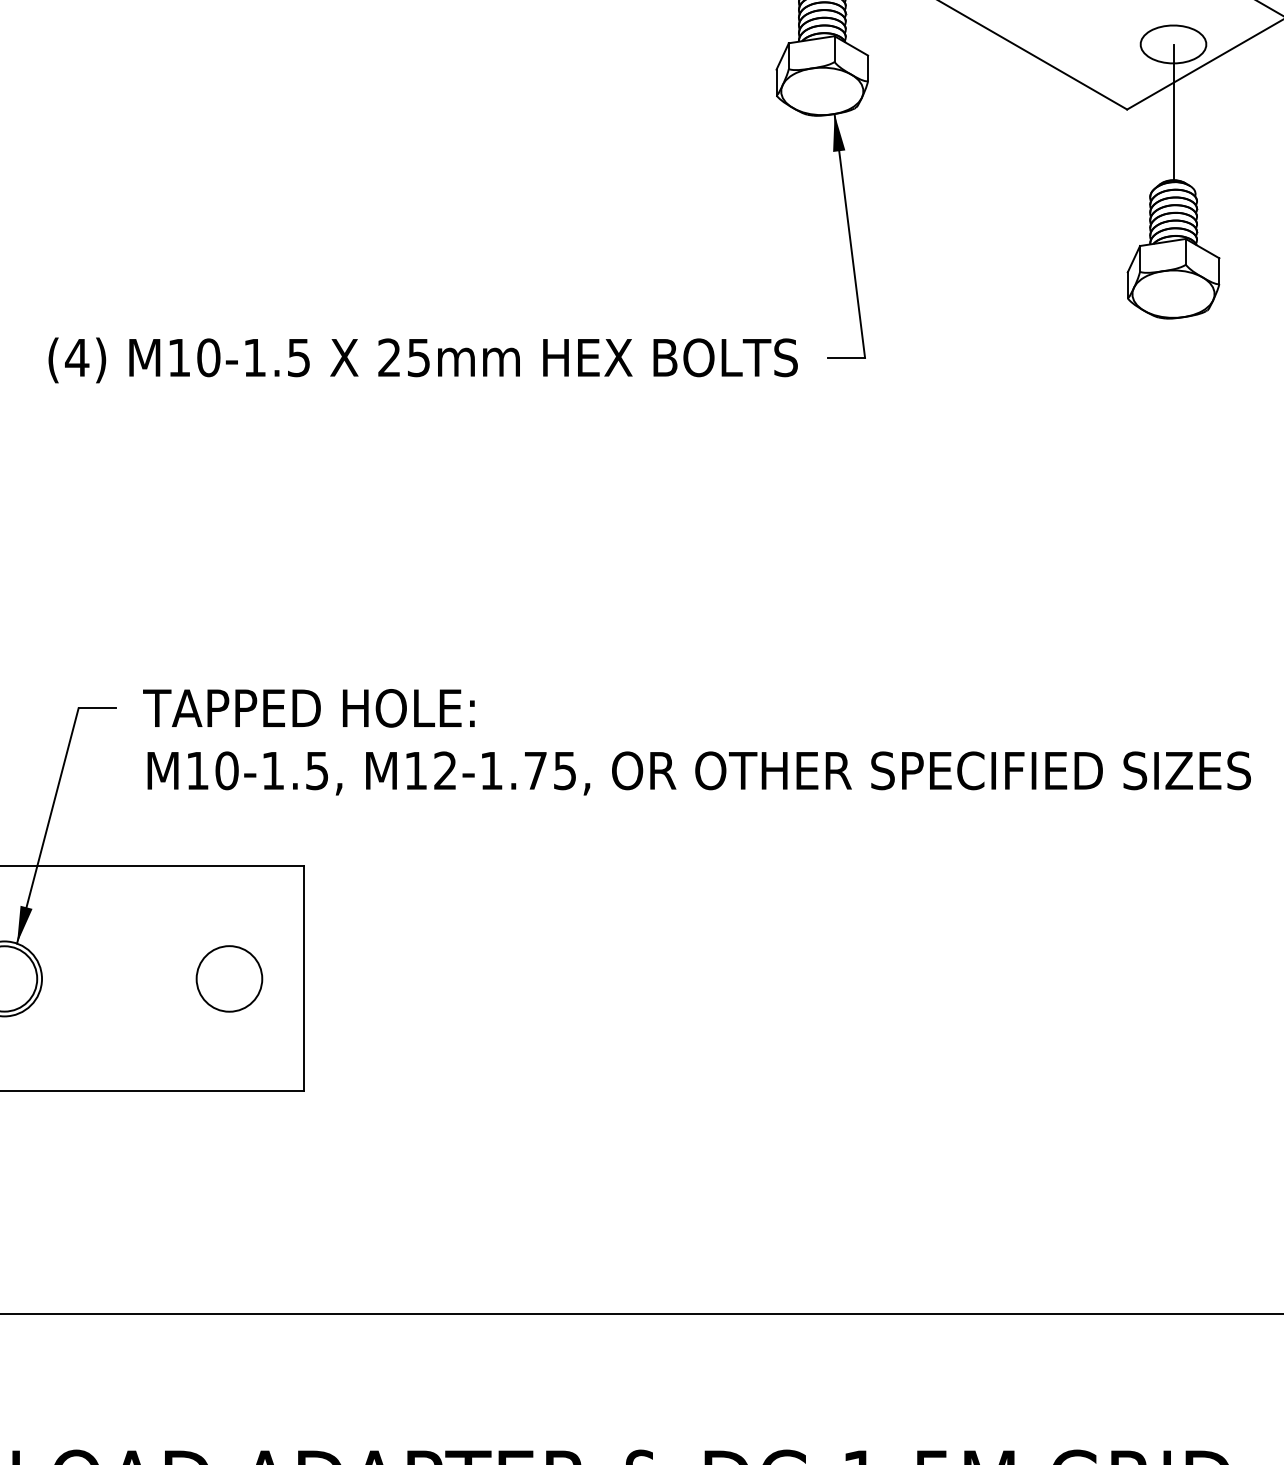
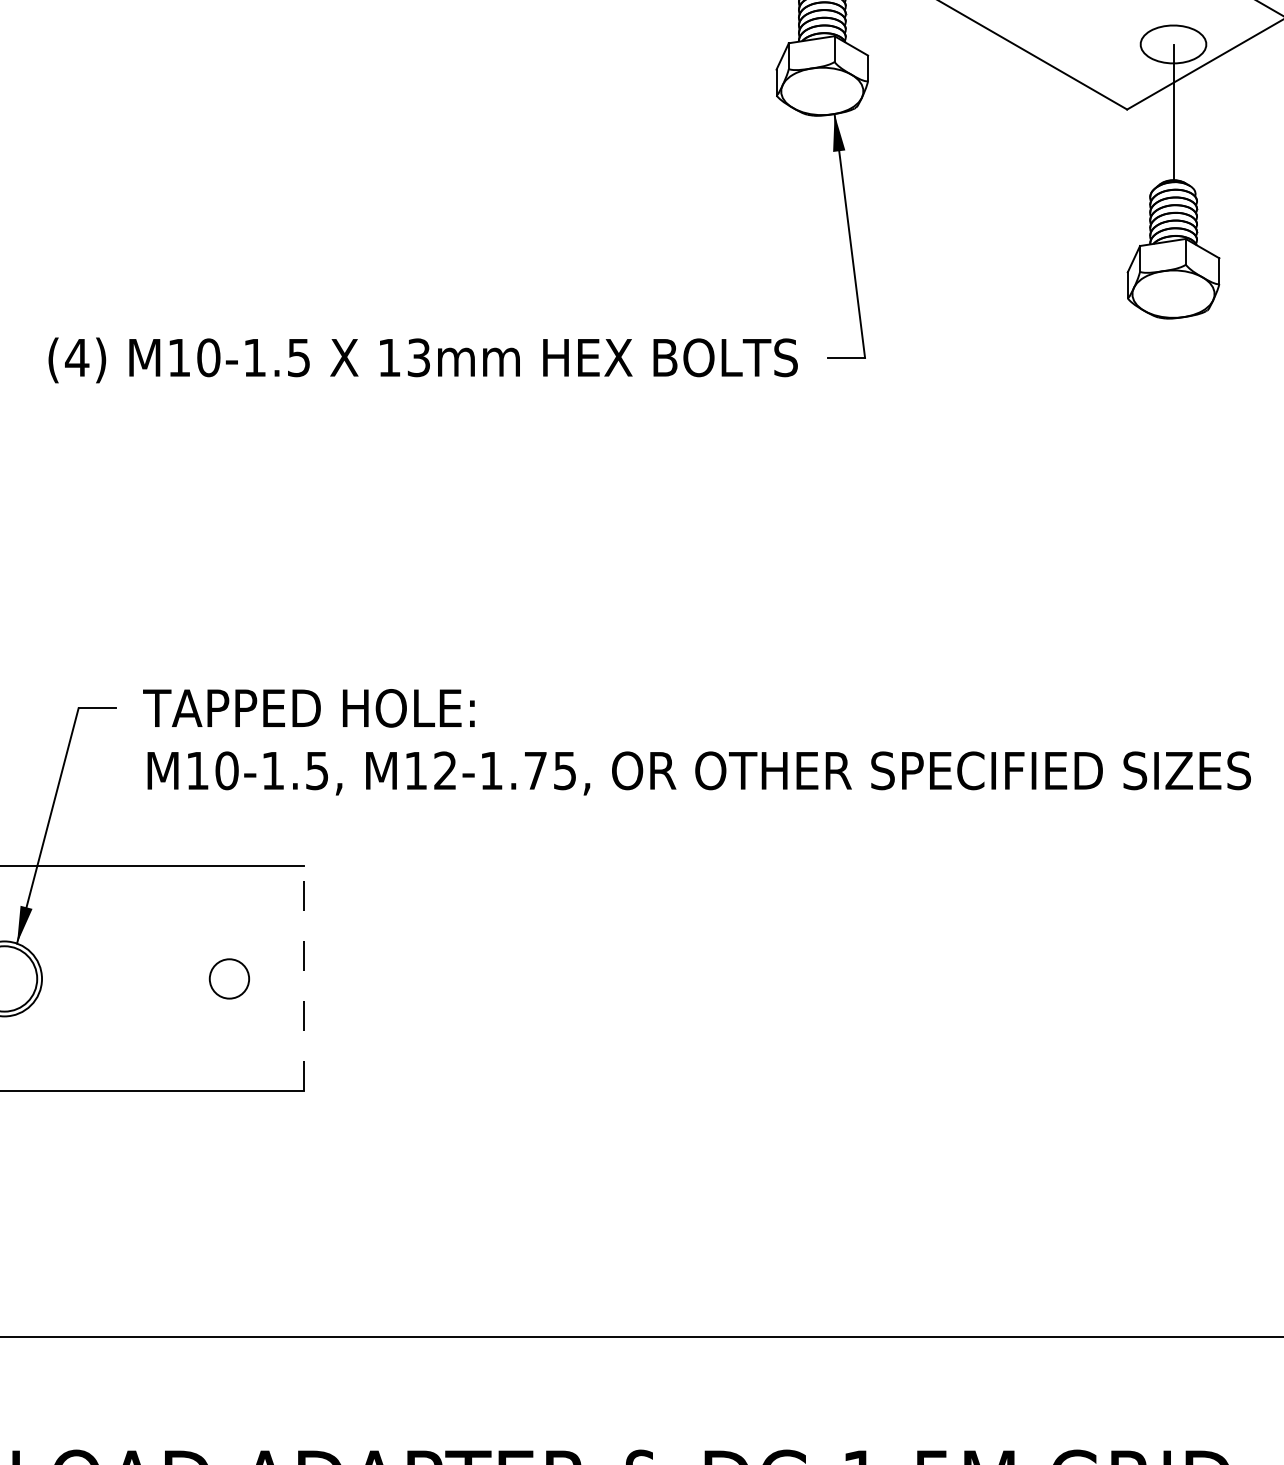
text at (403, 357): 25mm -> 13mm
circle at (229, 978) size: 69x68 px -> 42x42 px
line at (304, 978): solid -> dashed
line at (641, 1313) position: (641, 1313) -> (641, 1336)
